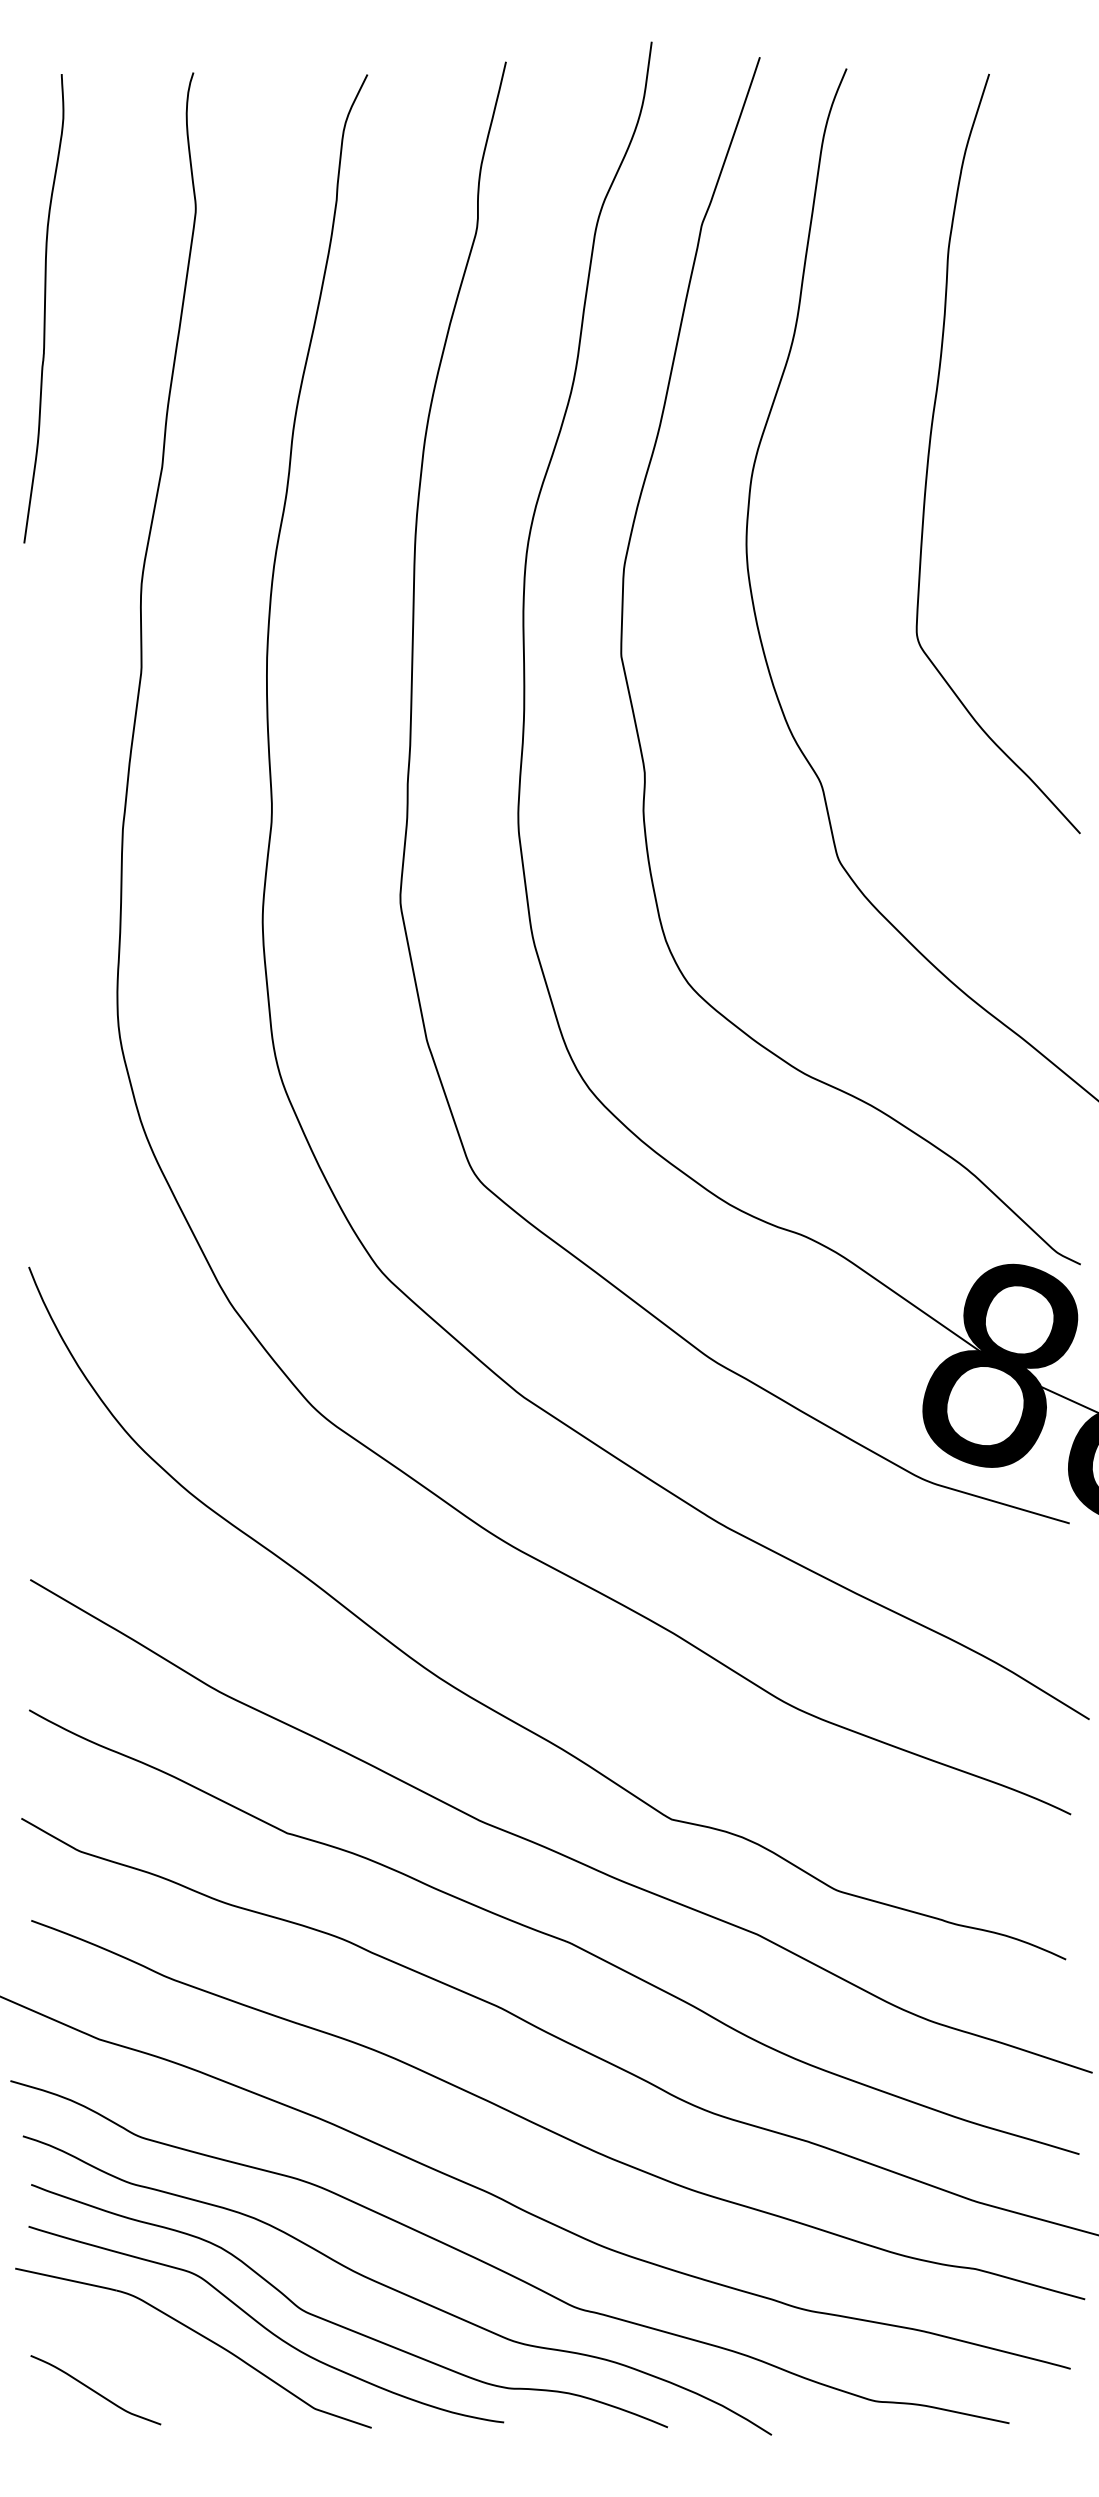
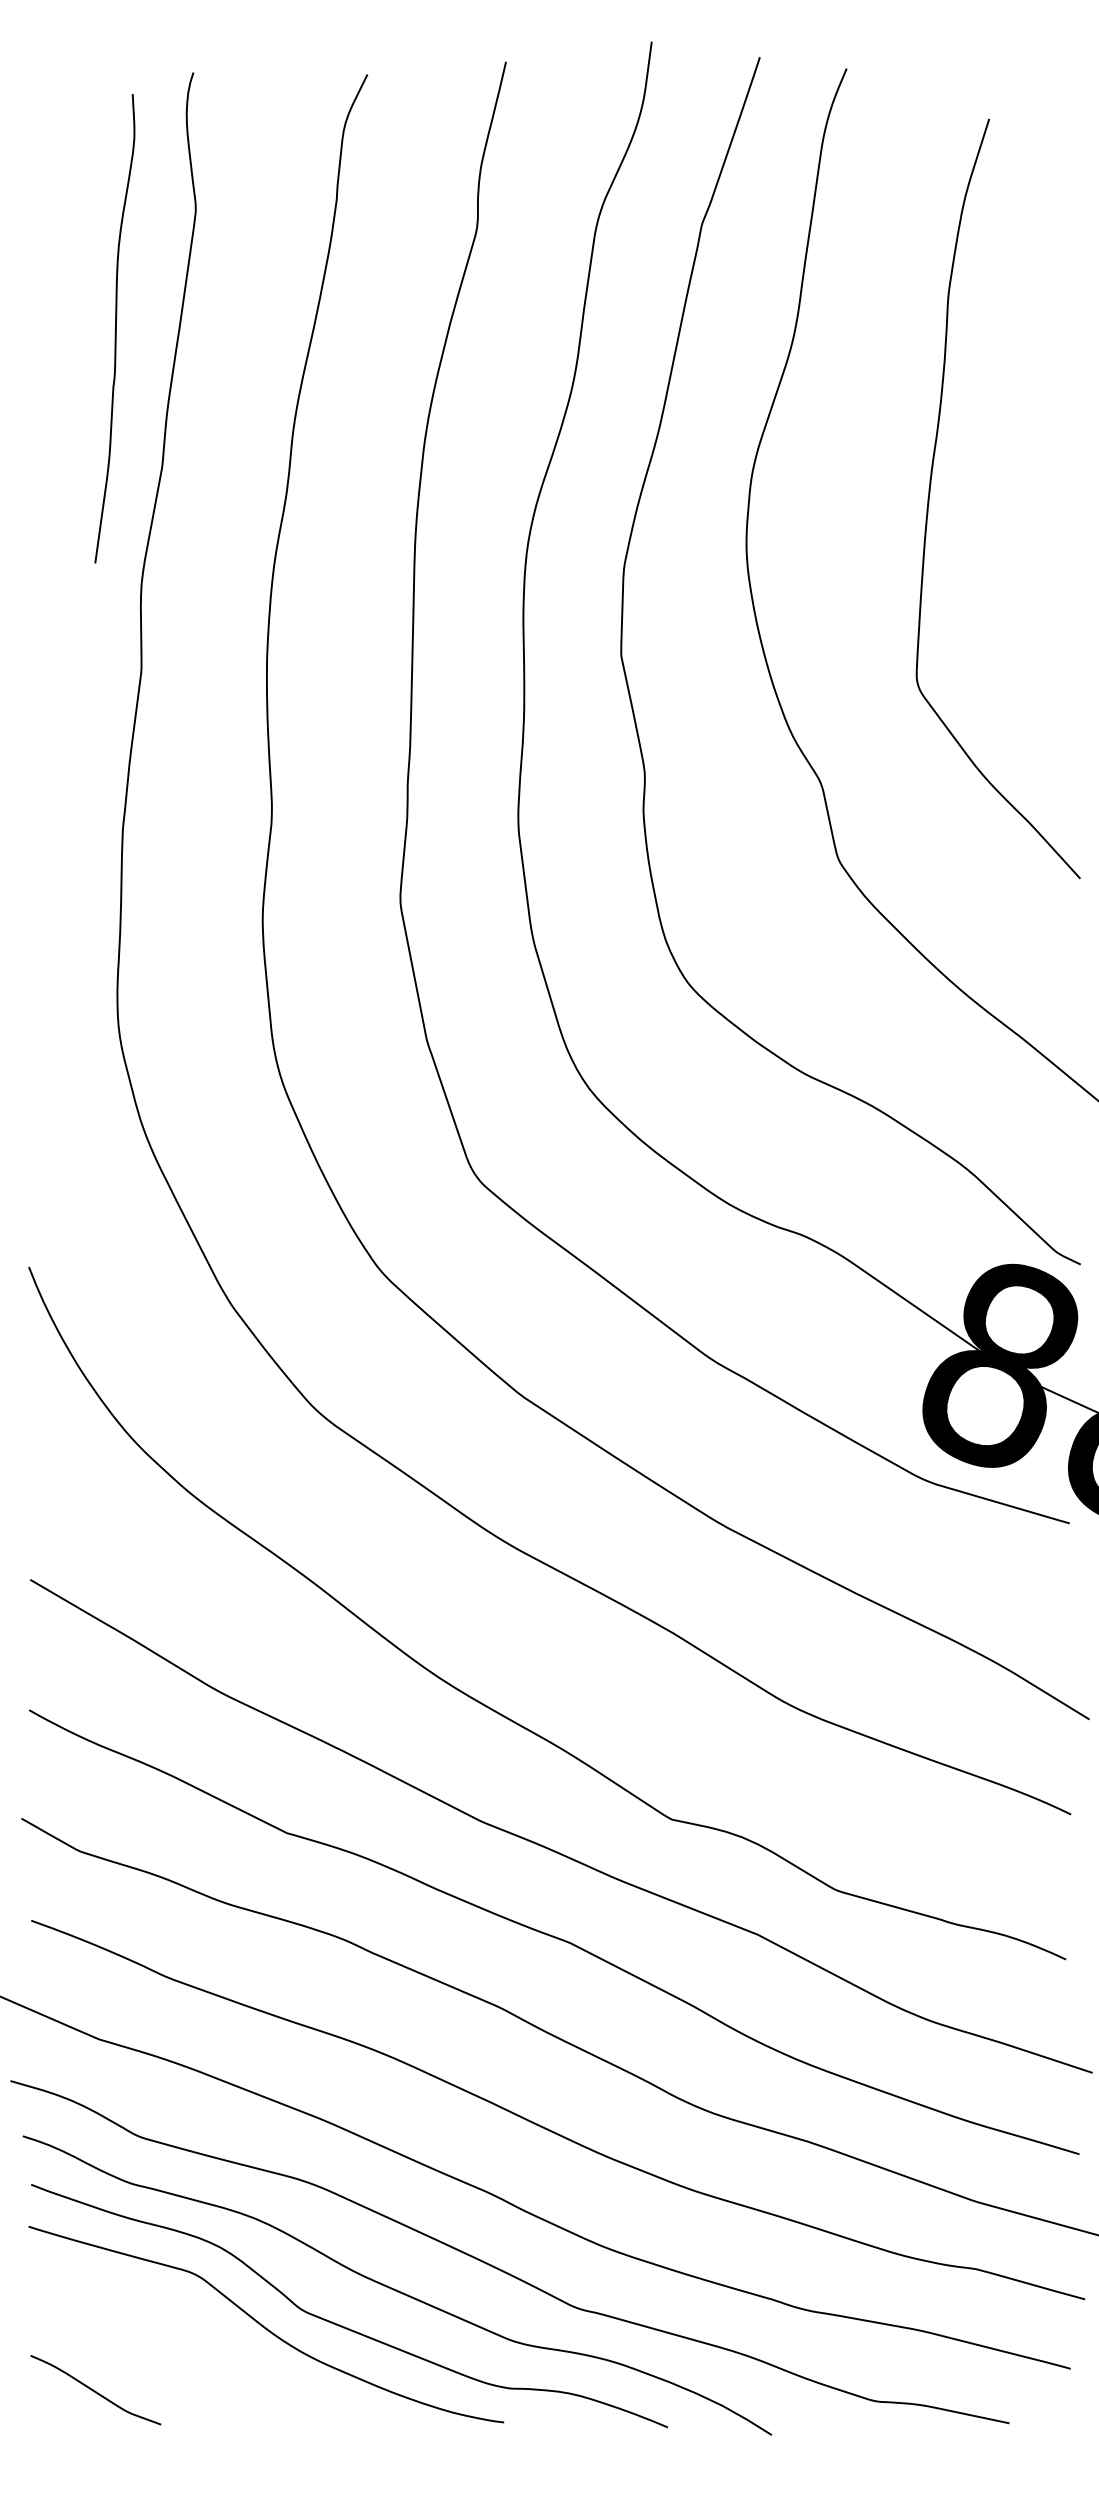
curve at (44, 308) position: (44, 308) -> (115, 328)
curve at (930, 449) position: (930, 449) -> (930, 494)
part at (199, 2335): present -> none
